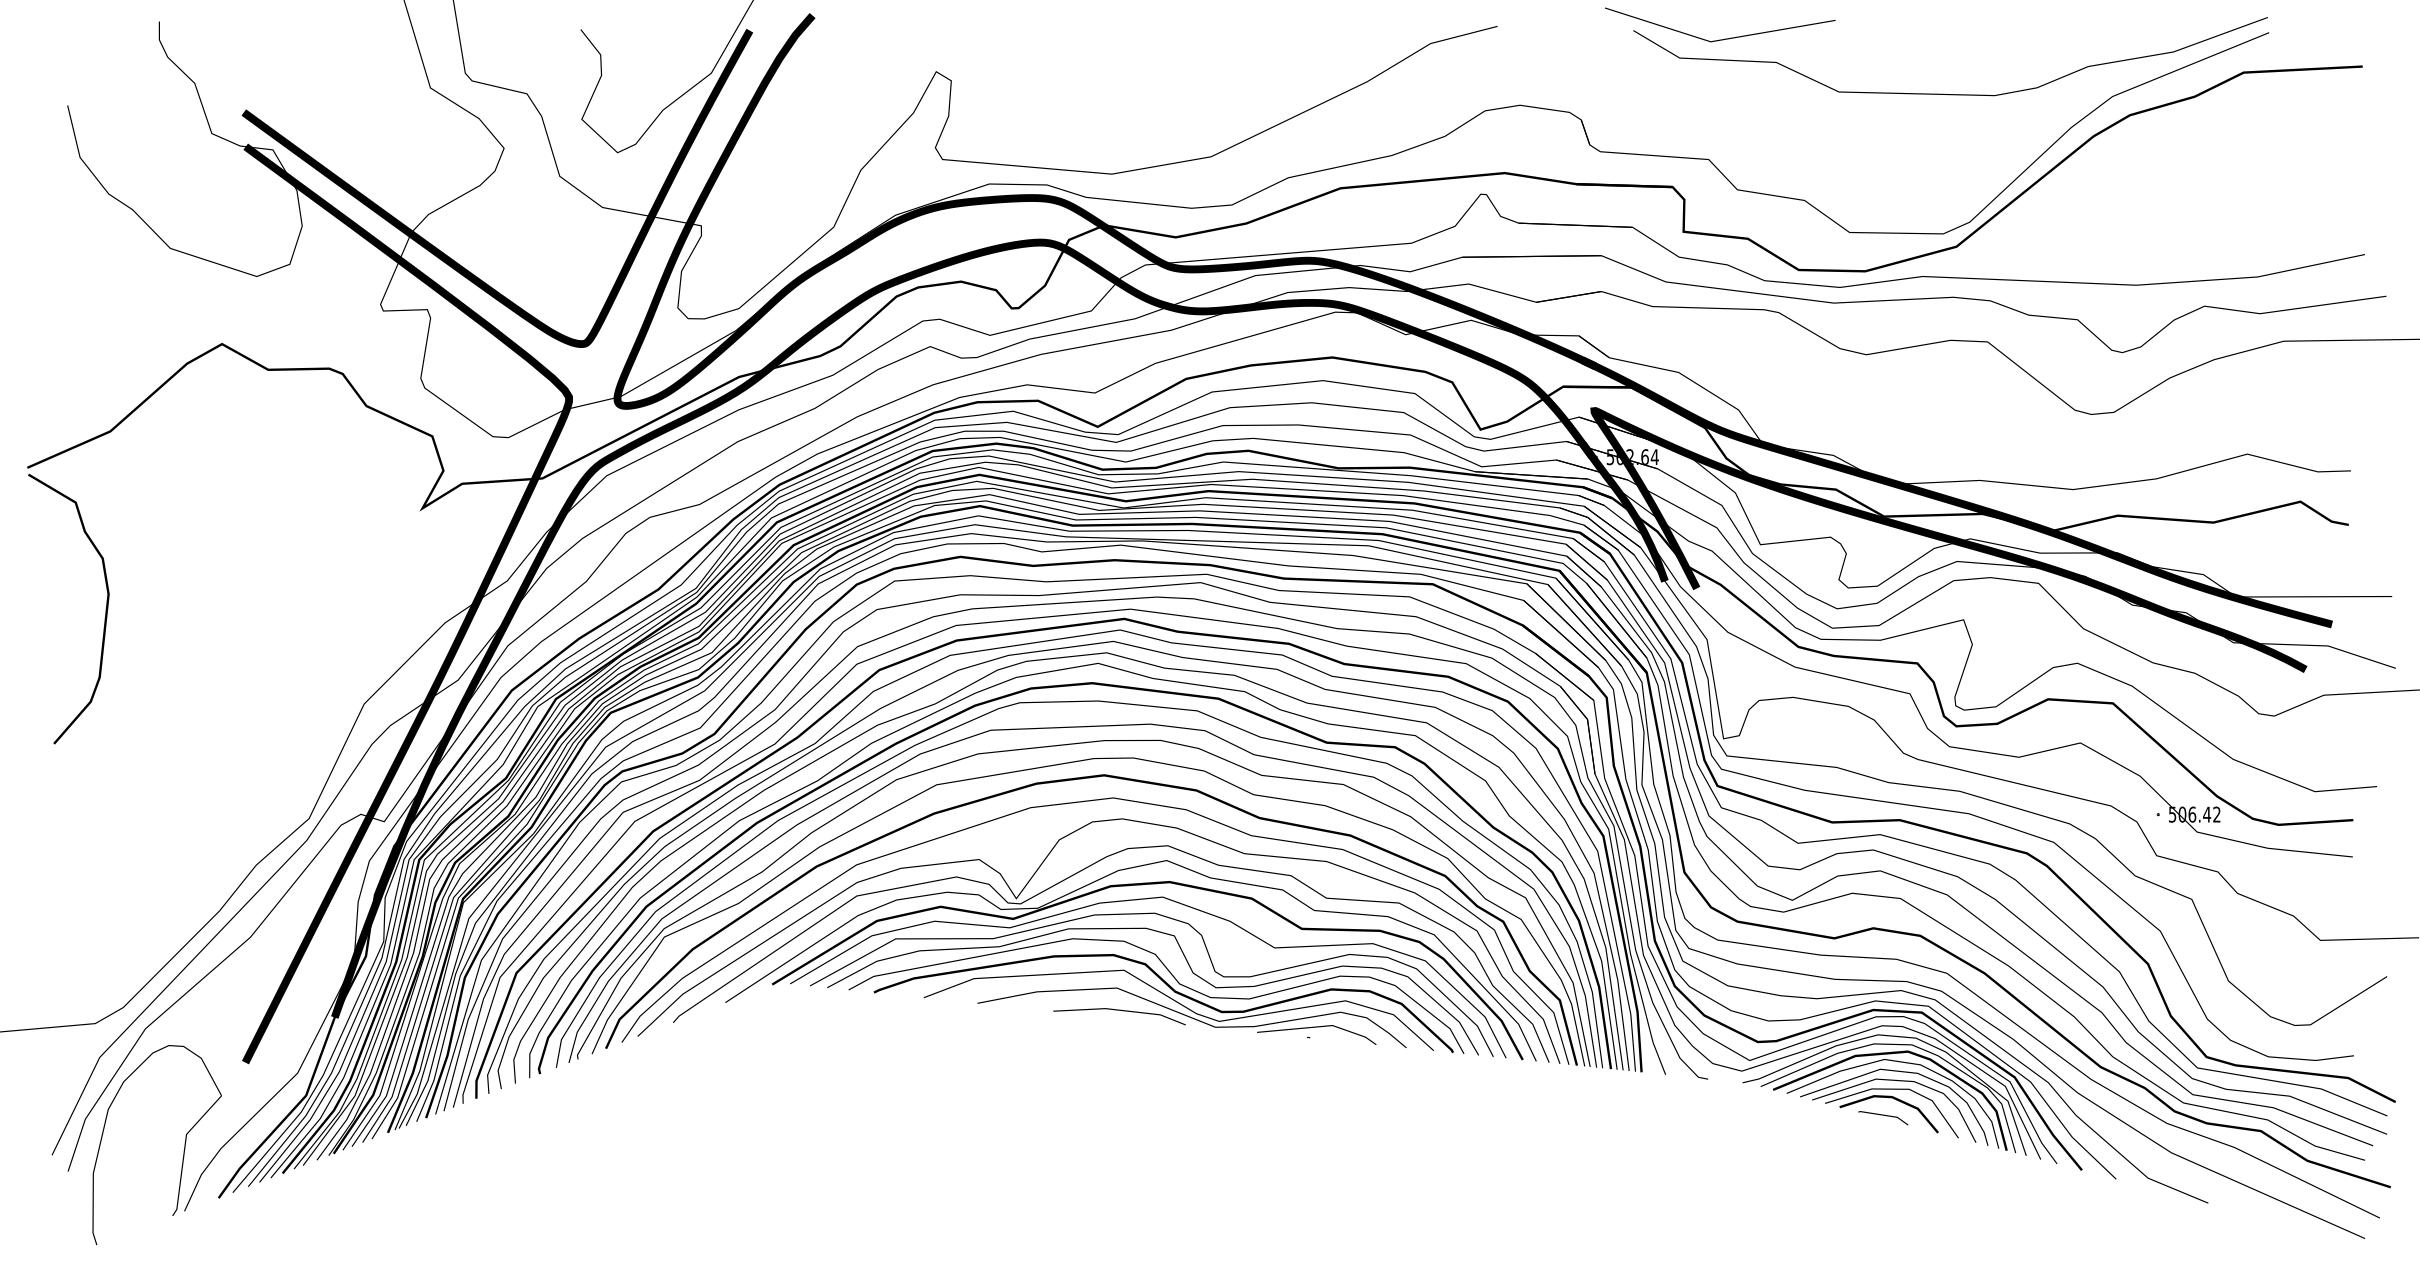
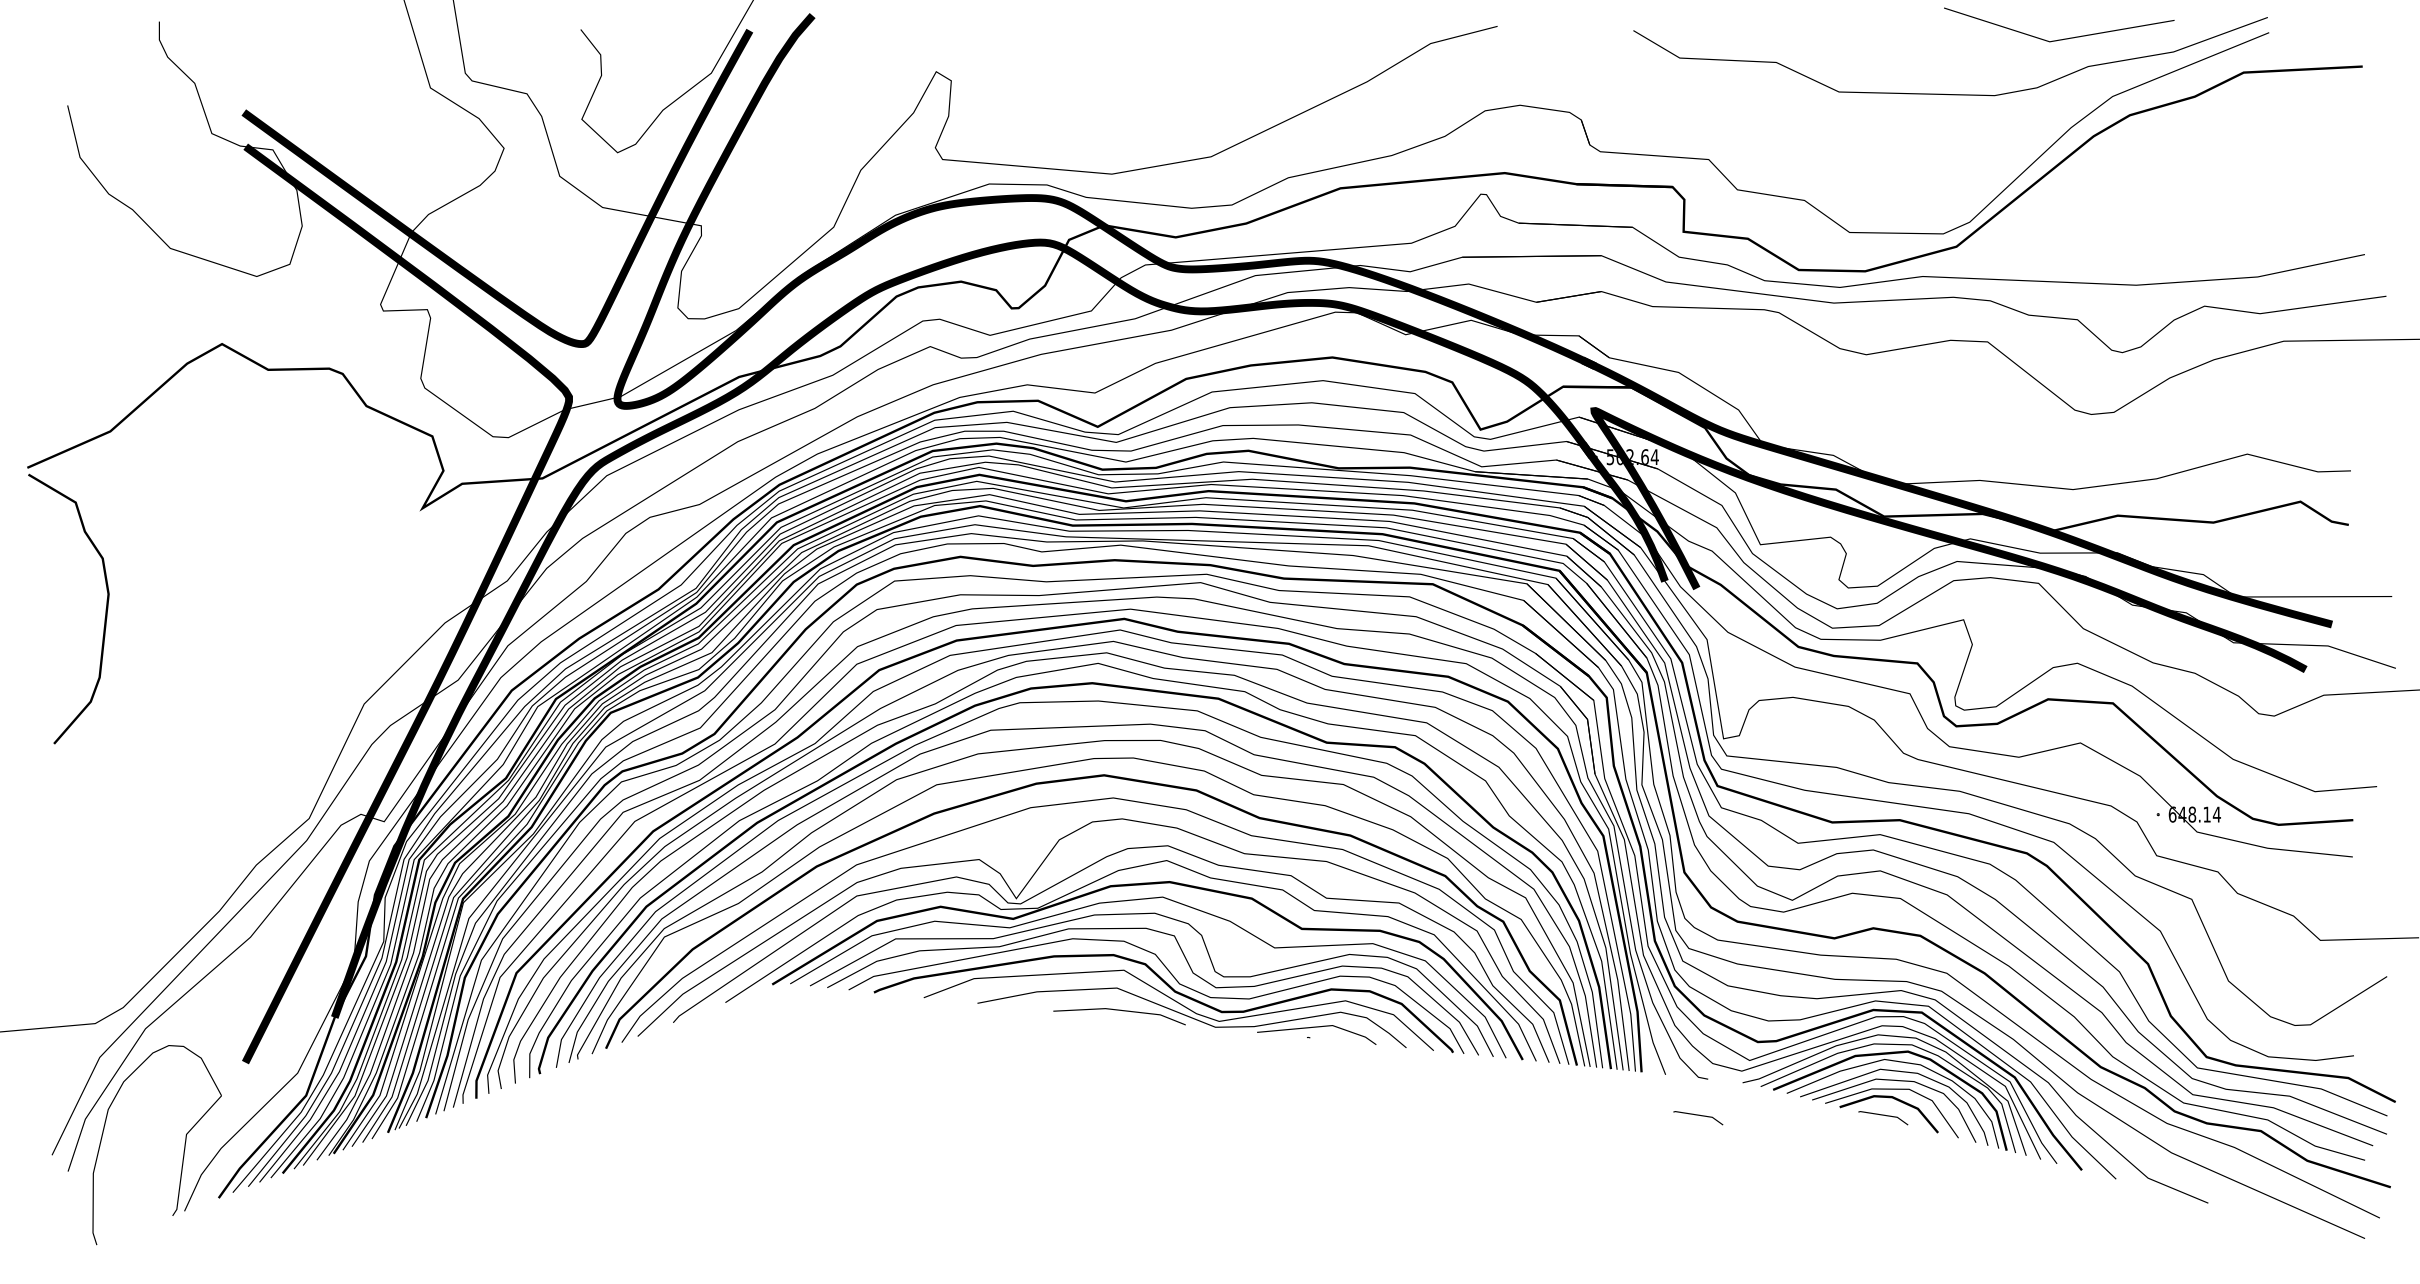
line at (1724, 38) position: (1724, 38) -> (2063, 38)
text at (2194, 814): 506.42 -> 648.14
line at (1698, 1115): none -> present
